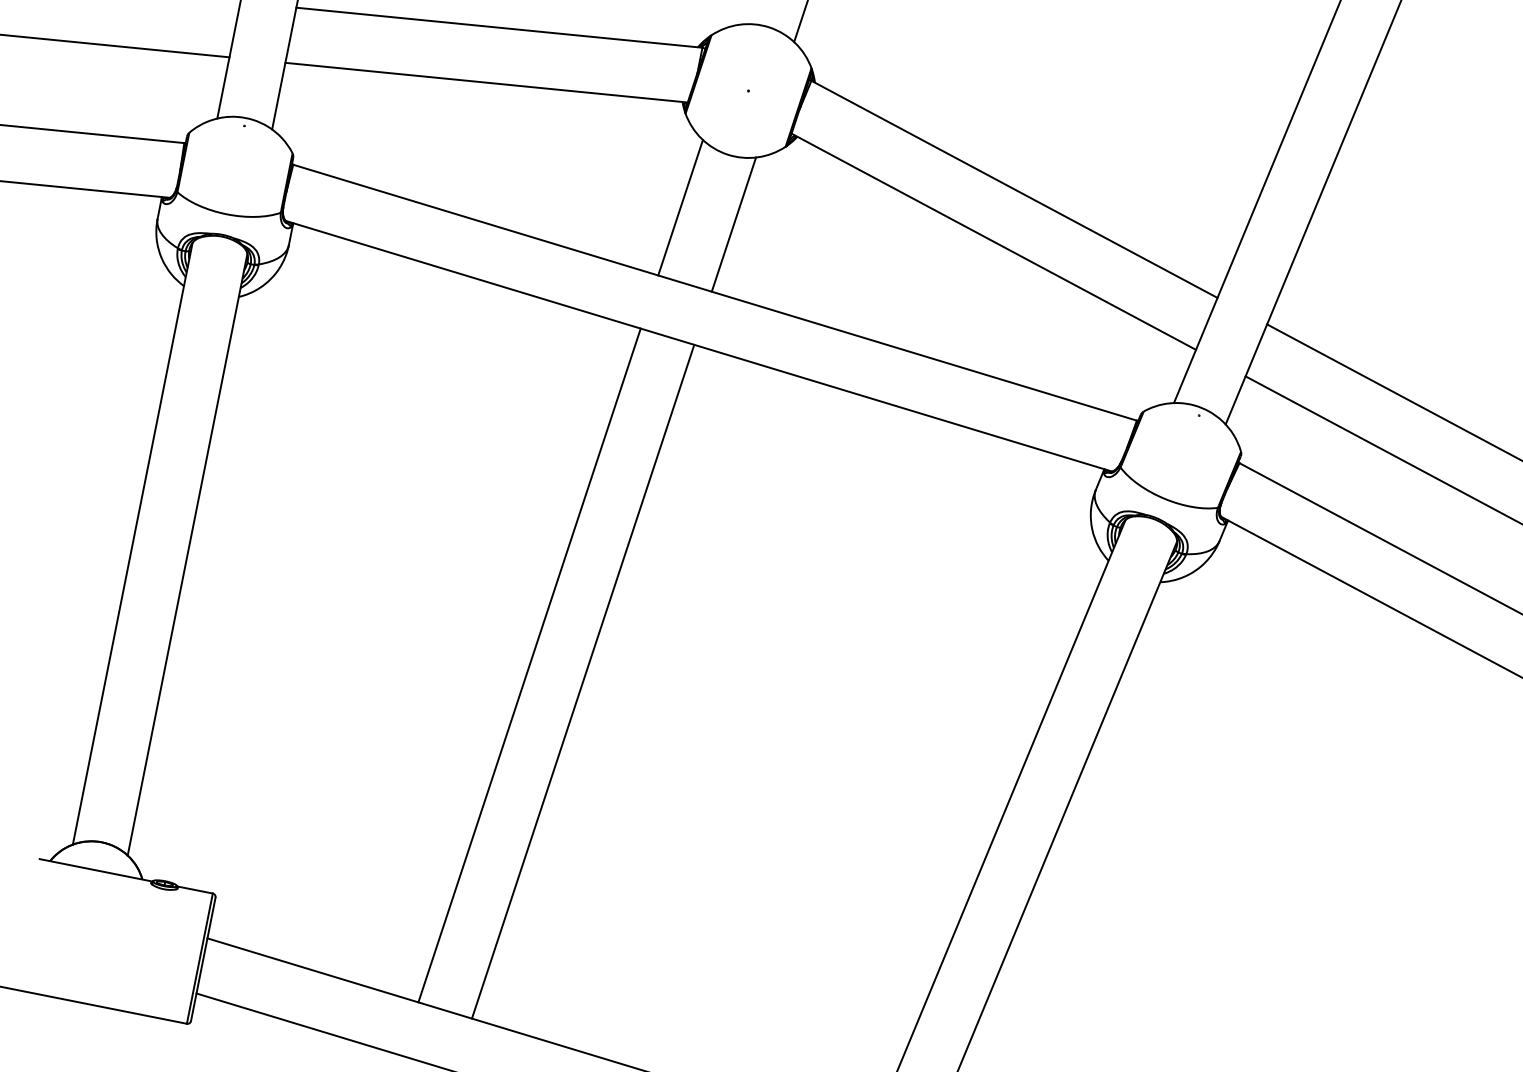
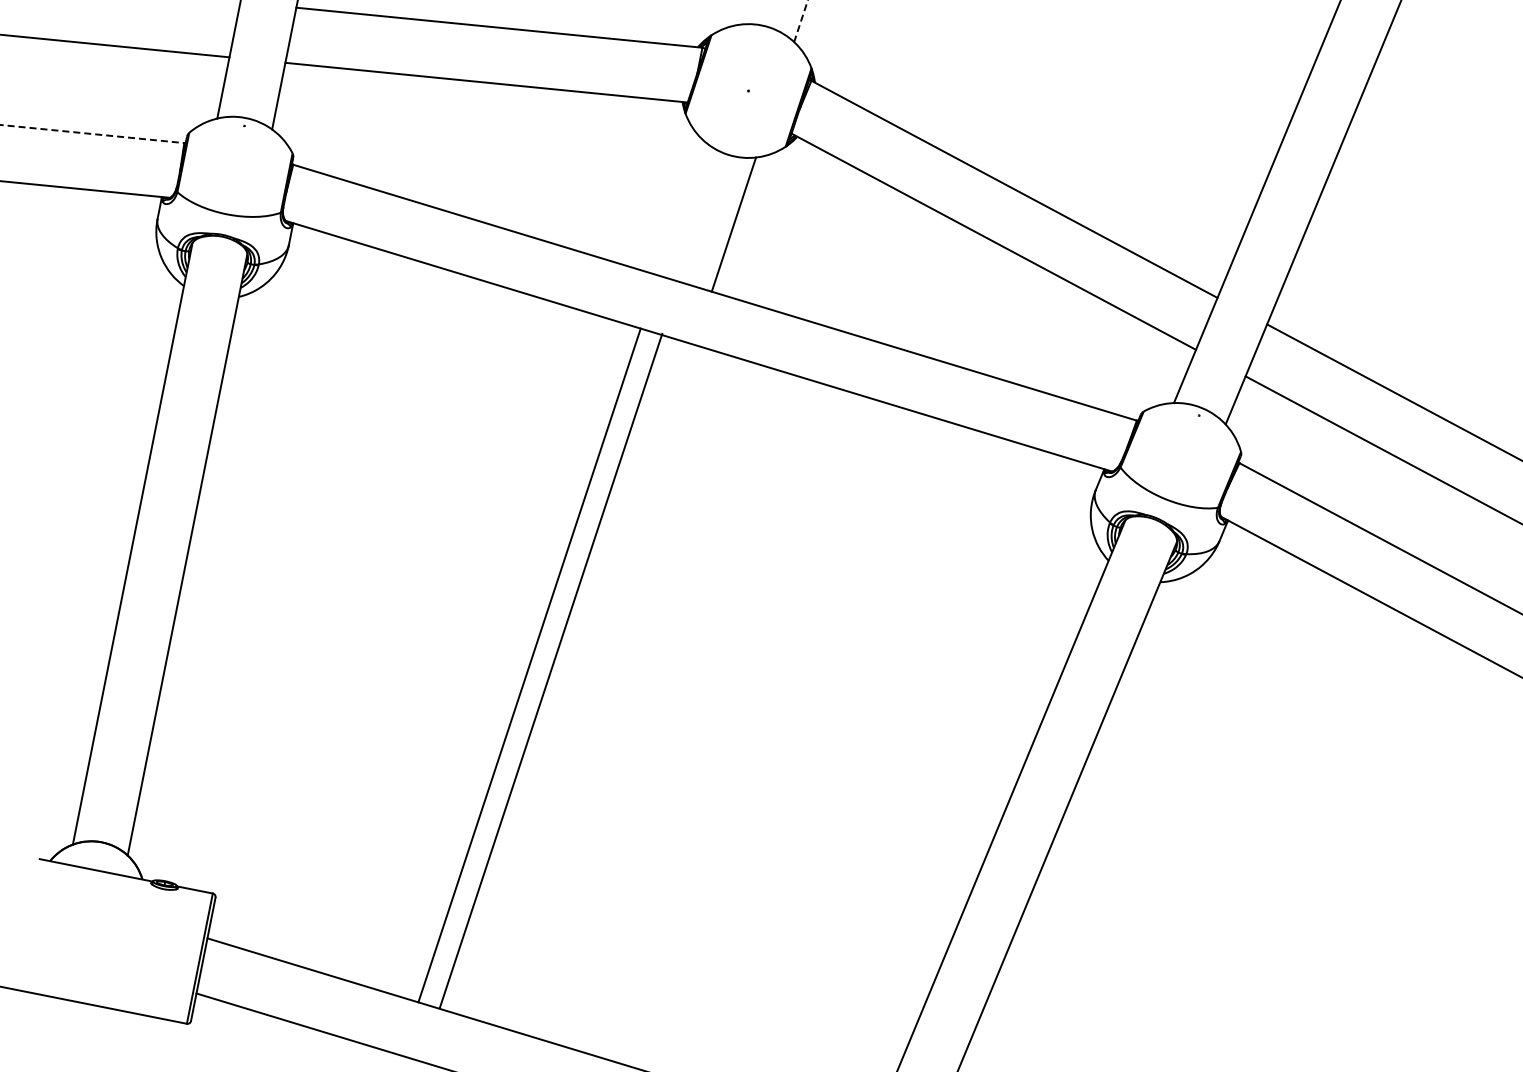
line at (801, 21): solid -> dashed
line at (92, 134): solid -> dashed
line at (680, 207): present -> none
line at (582, 681) position: (582, 681) -> (550, 670)
